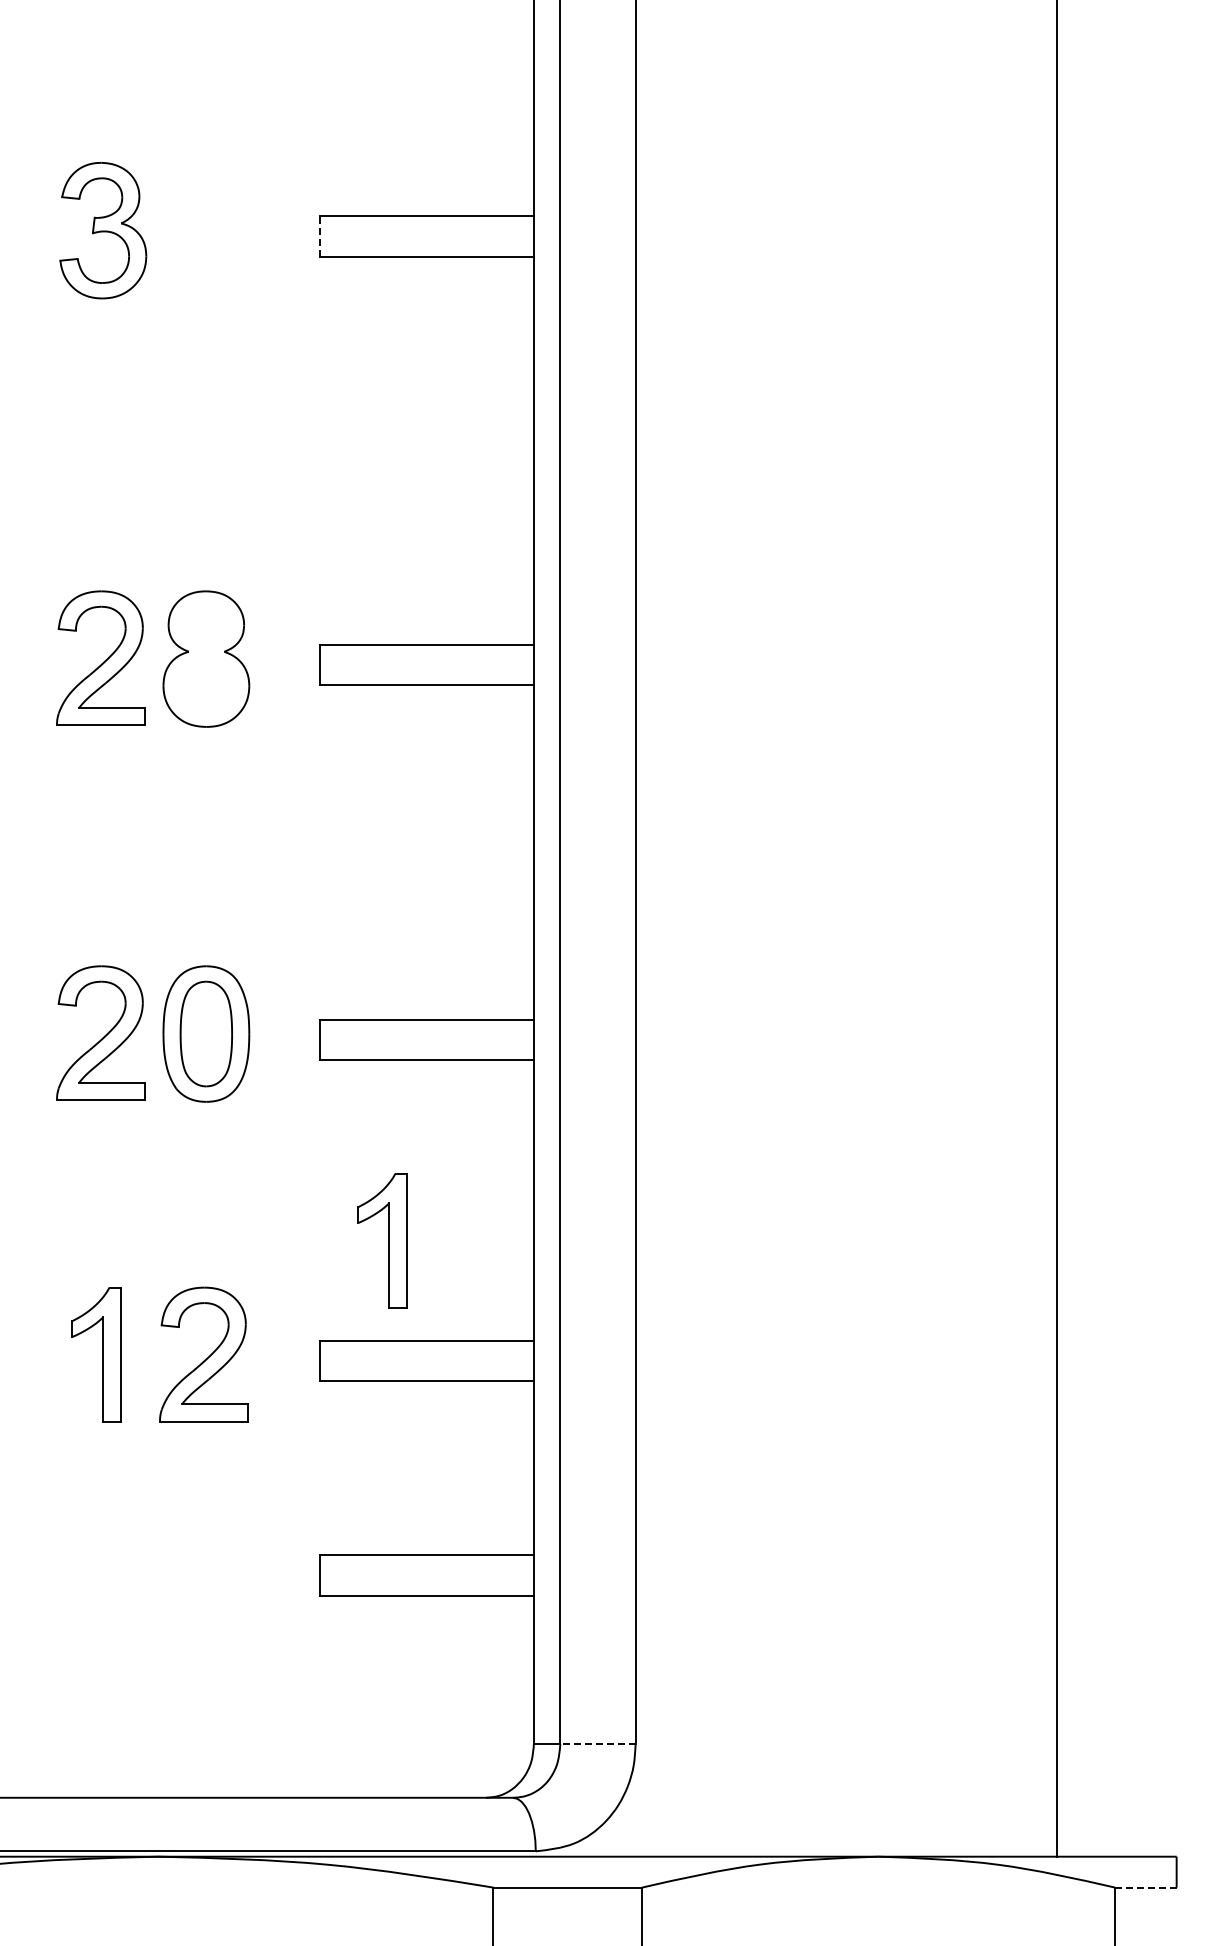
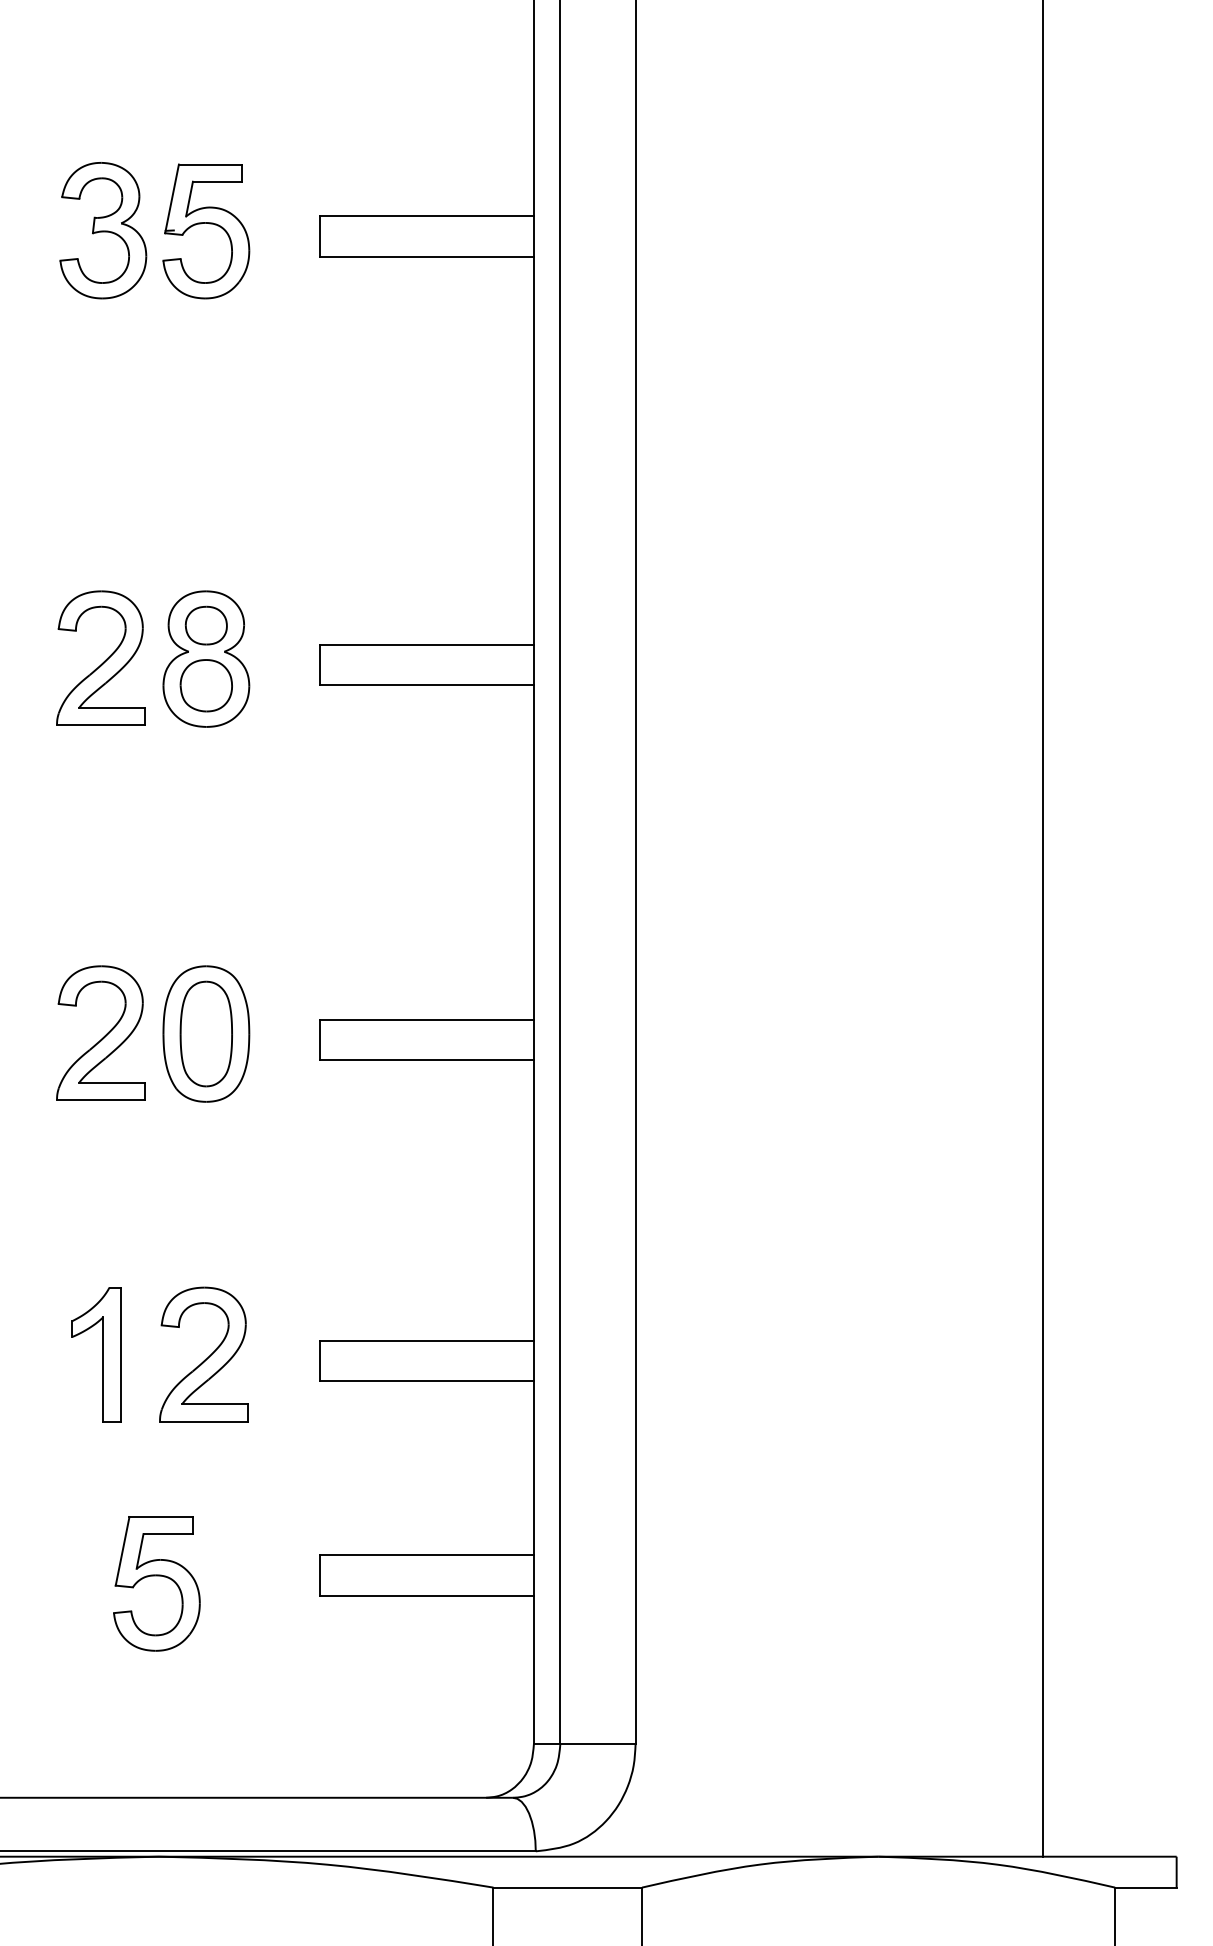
part at (209, 224): none -> present
line at (319, 236): dashed -> solid
part at (205, 625): none -> present
part at (205, 685): none -> present
line at (1056, 929) position: (1056, 929) -> (1042, 929)
part at (382, 1240): present -> none
part at (156, 1576): none -> present
line at (597, 1744): dashed -> solid
line at (1145, 1887): dashed -> solid
